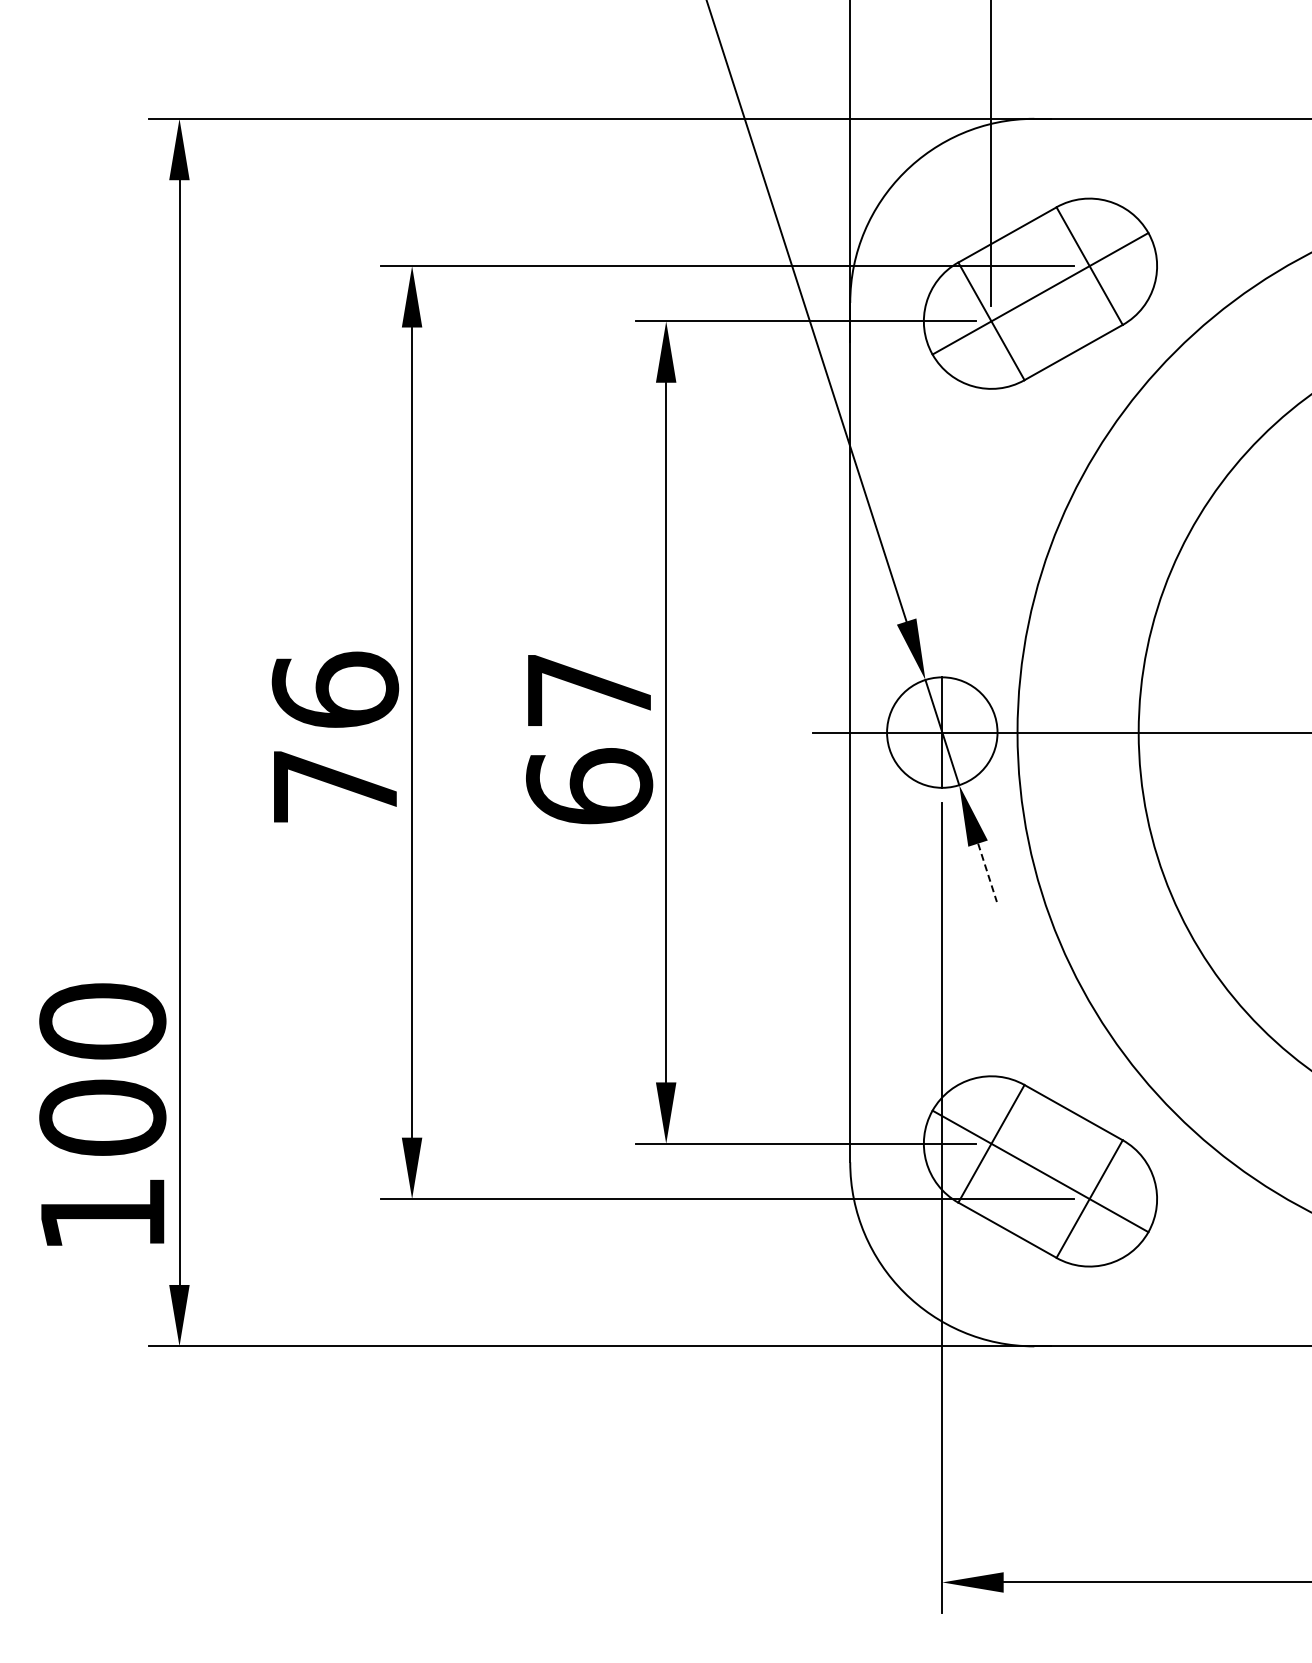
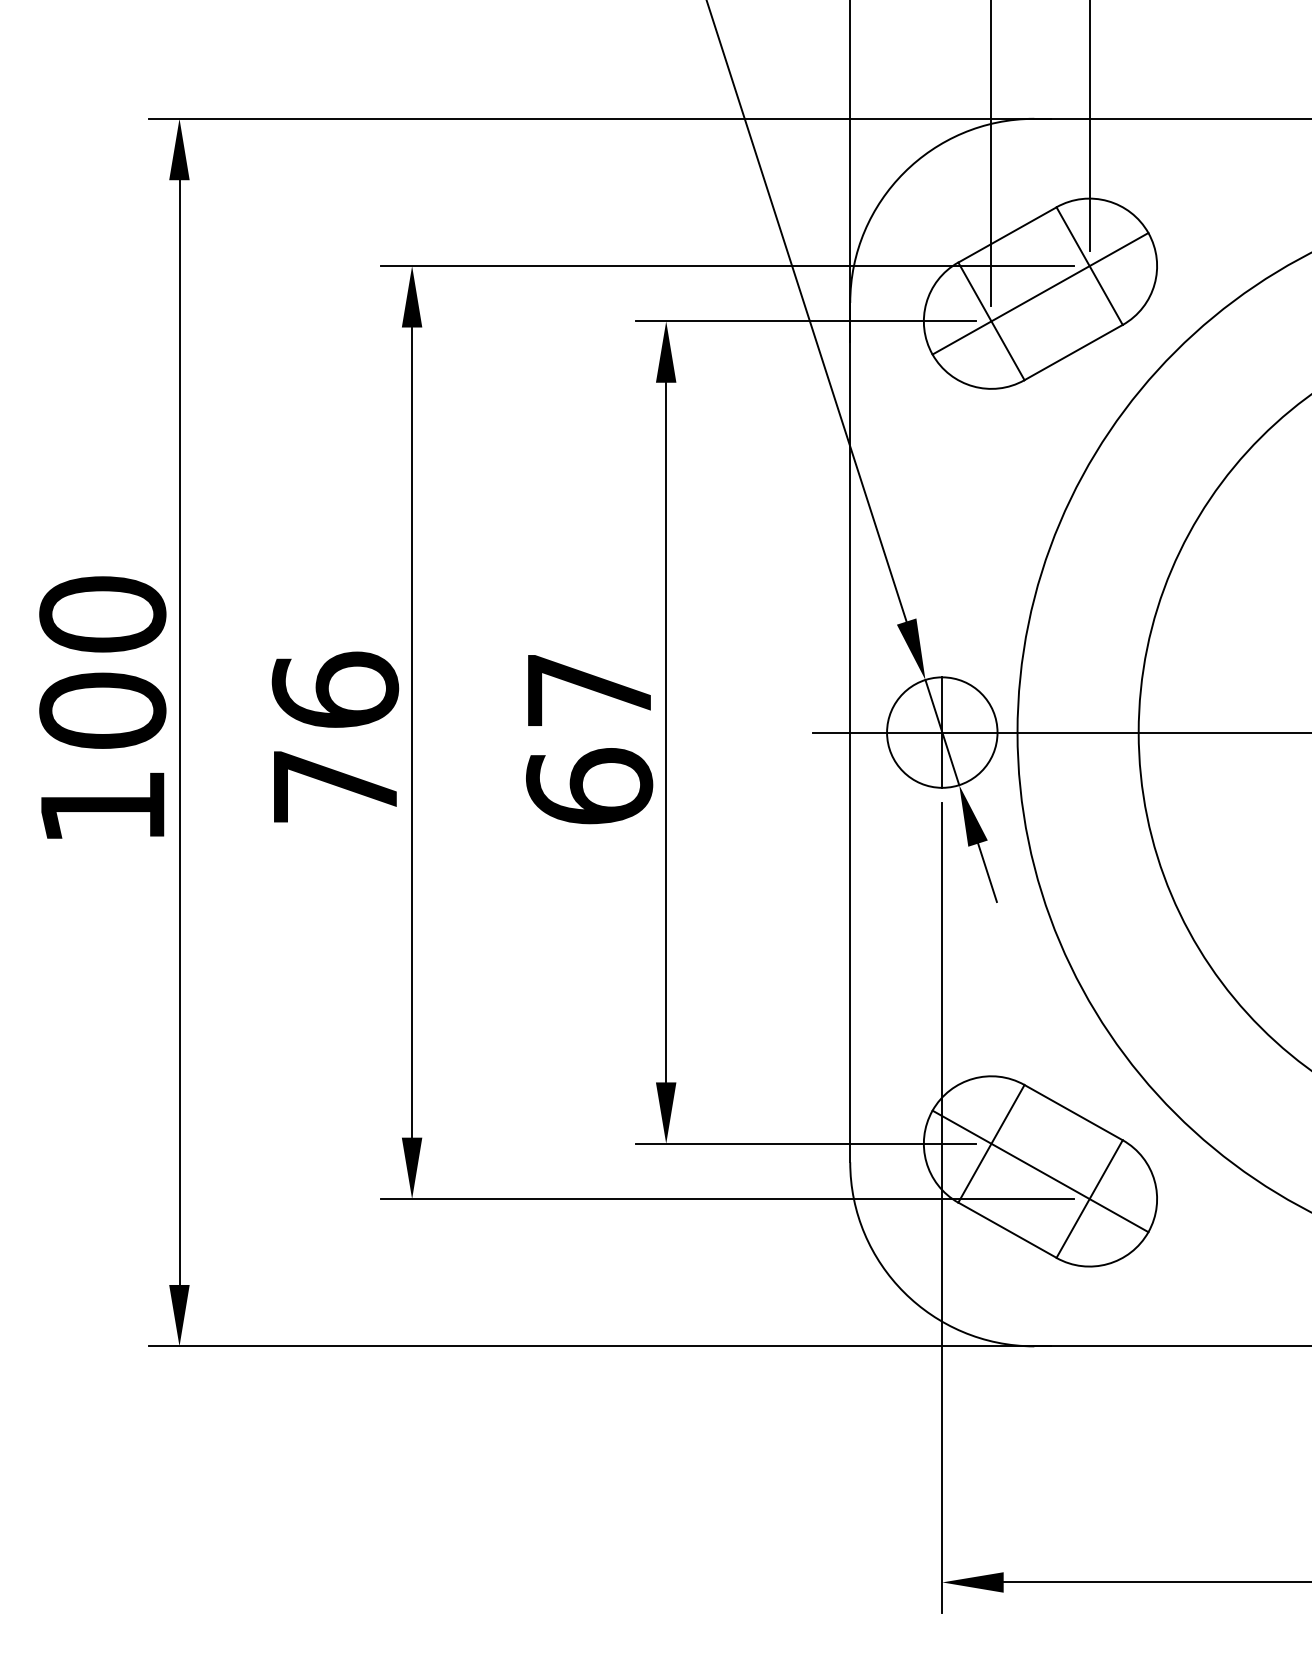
line at (1089, 126): none -> present
line at (987, 872): dashed -> solid
text at (102, 1114) position: (102, 1114) -> (102, 707)
